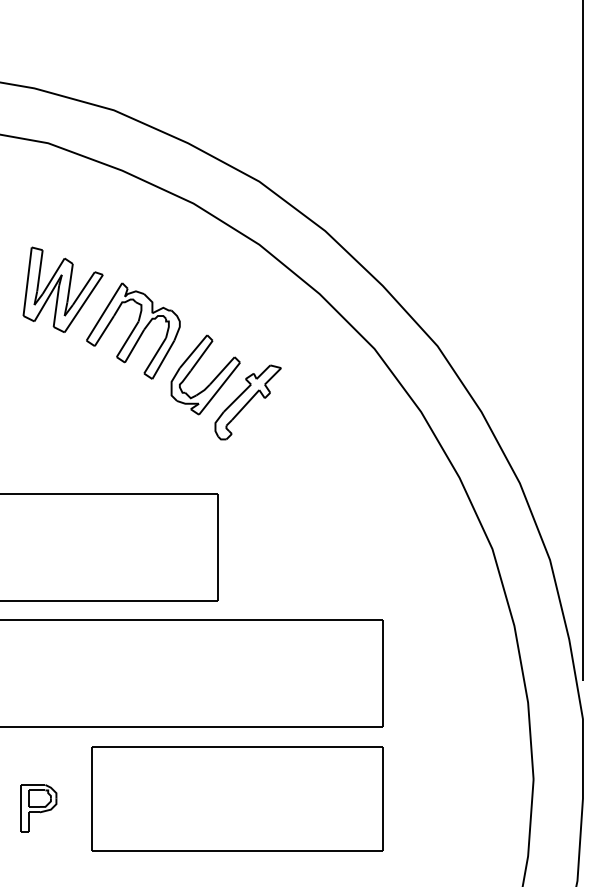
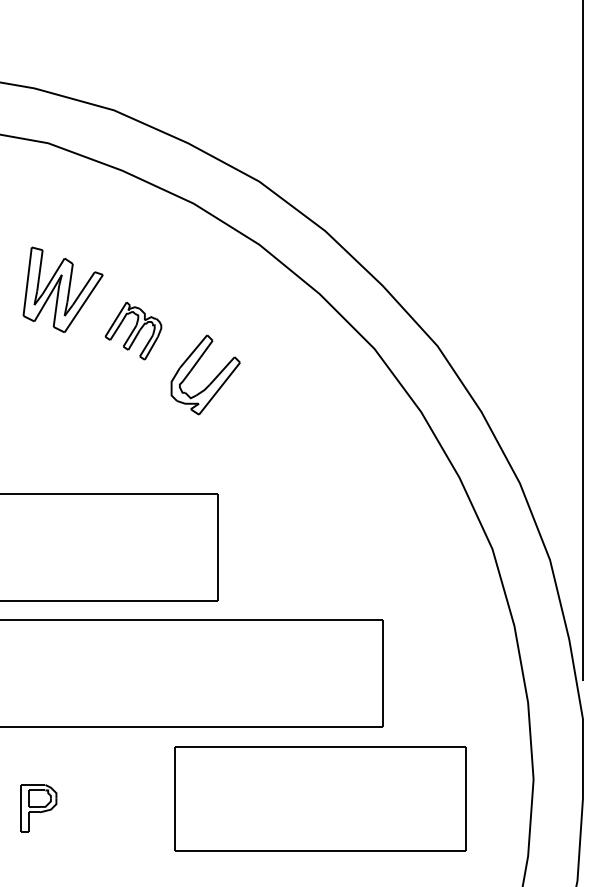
part at (133, 330) size: 95x98 px -> 59x60 px
part at (247, 402): present -> none
part at (237, 798) position: (237, 798) -> (320, 798)
